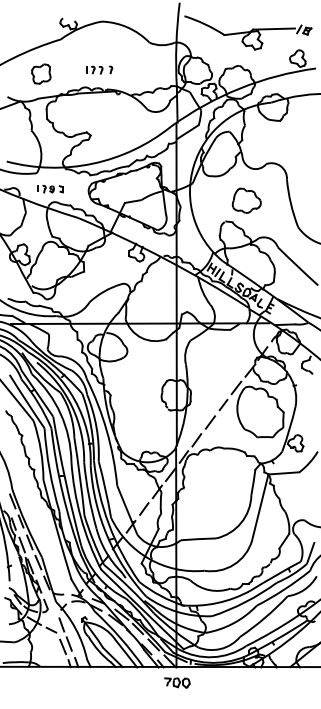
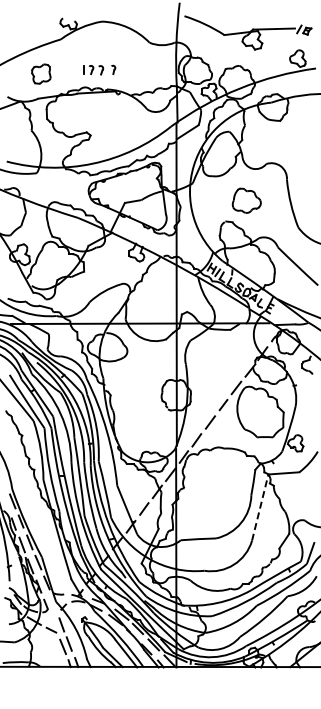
part at (99, 69) size: 28x10 px -> 34x12 px
part at (50, 189): present -> none
line at (260, 507): solid -> dashed
part at (177, 682): present -> none
